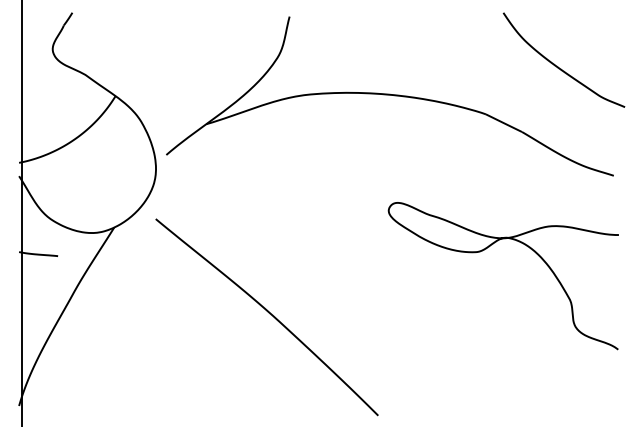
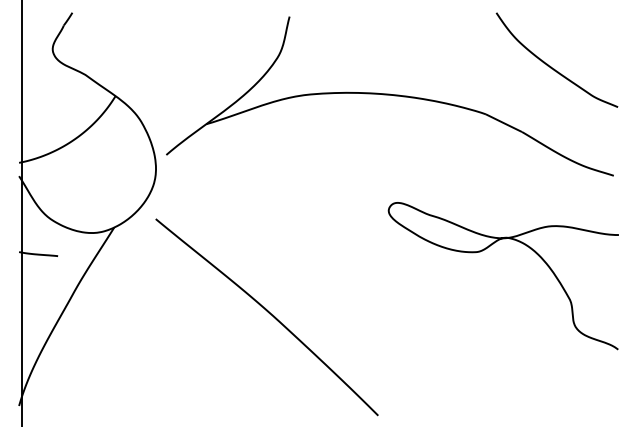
curve at (558, 66) position: (558, 66) -> (551, 66)
